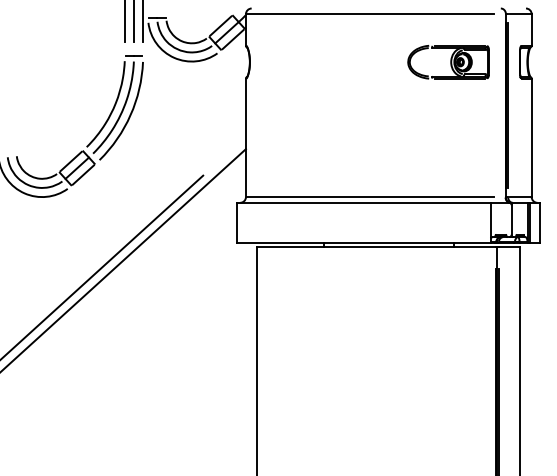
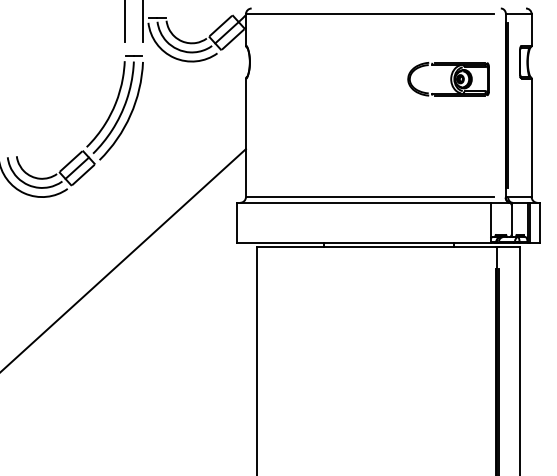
line at (134, 22): present -> none
part at (448, 62) position: (448, 62) -> (448, 79)
line at (102, 266): present -> none
